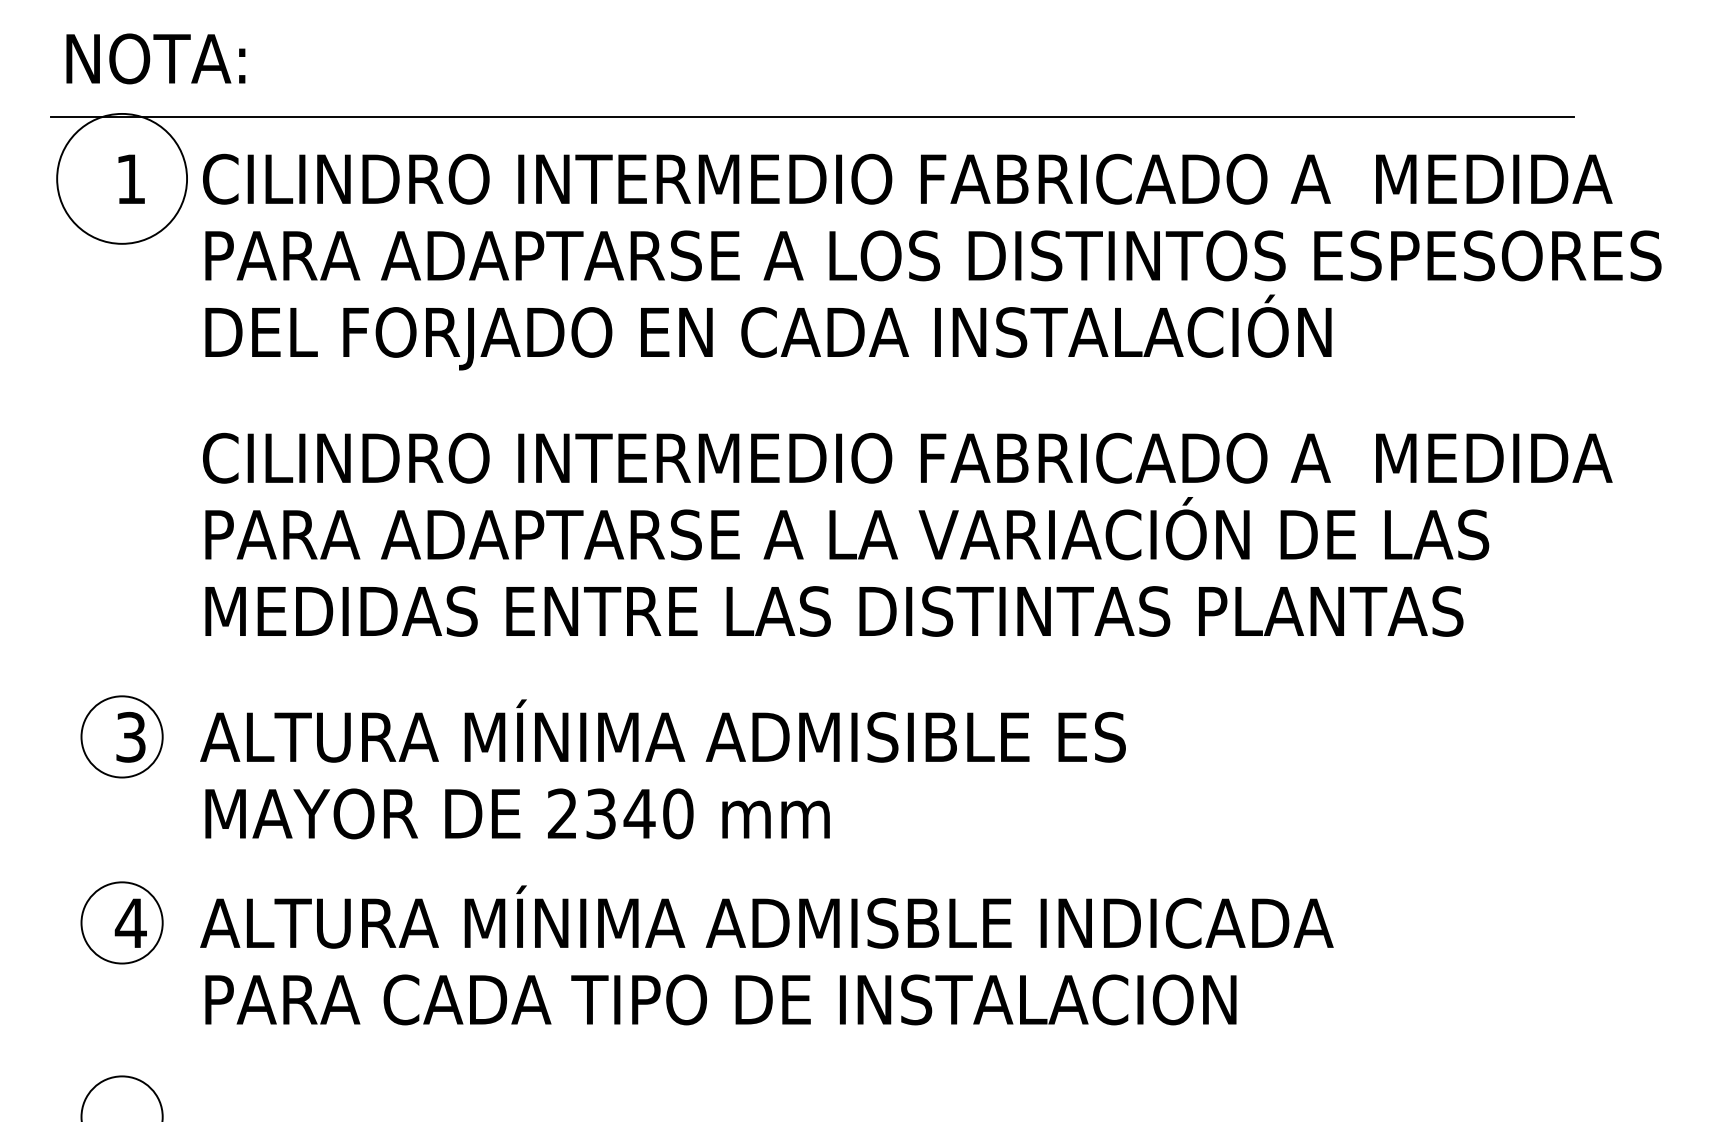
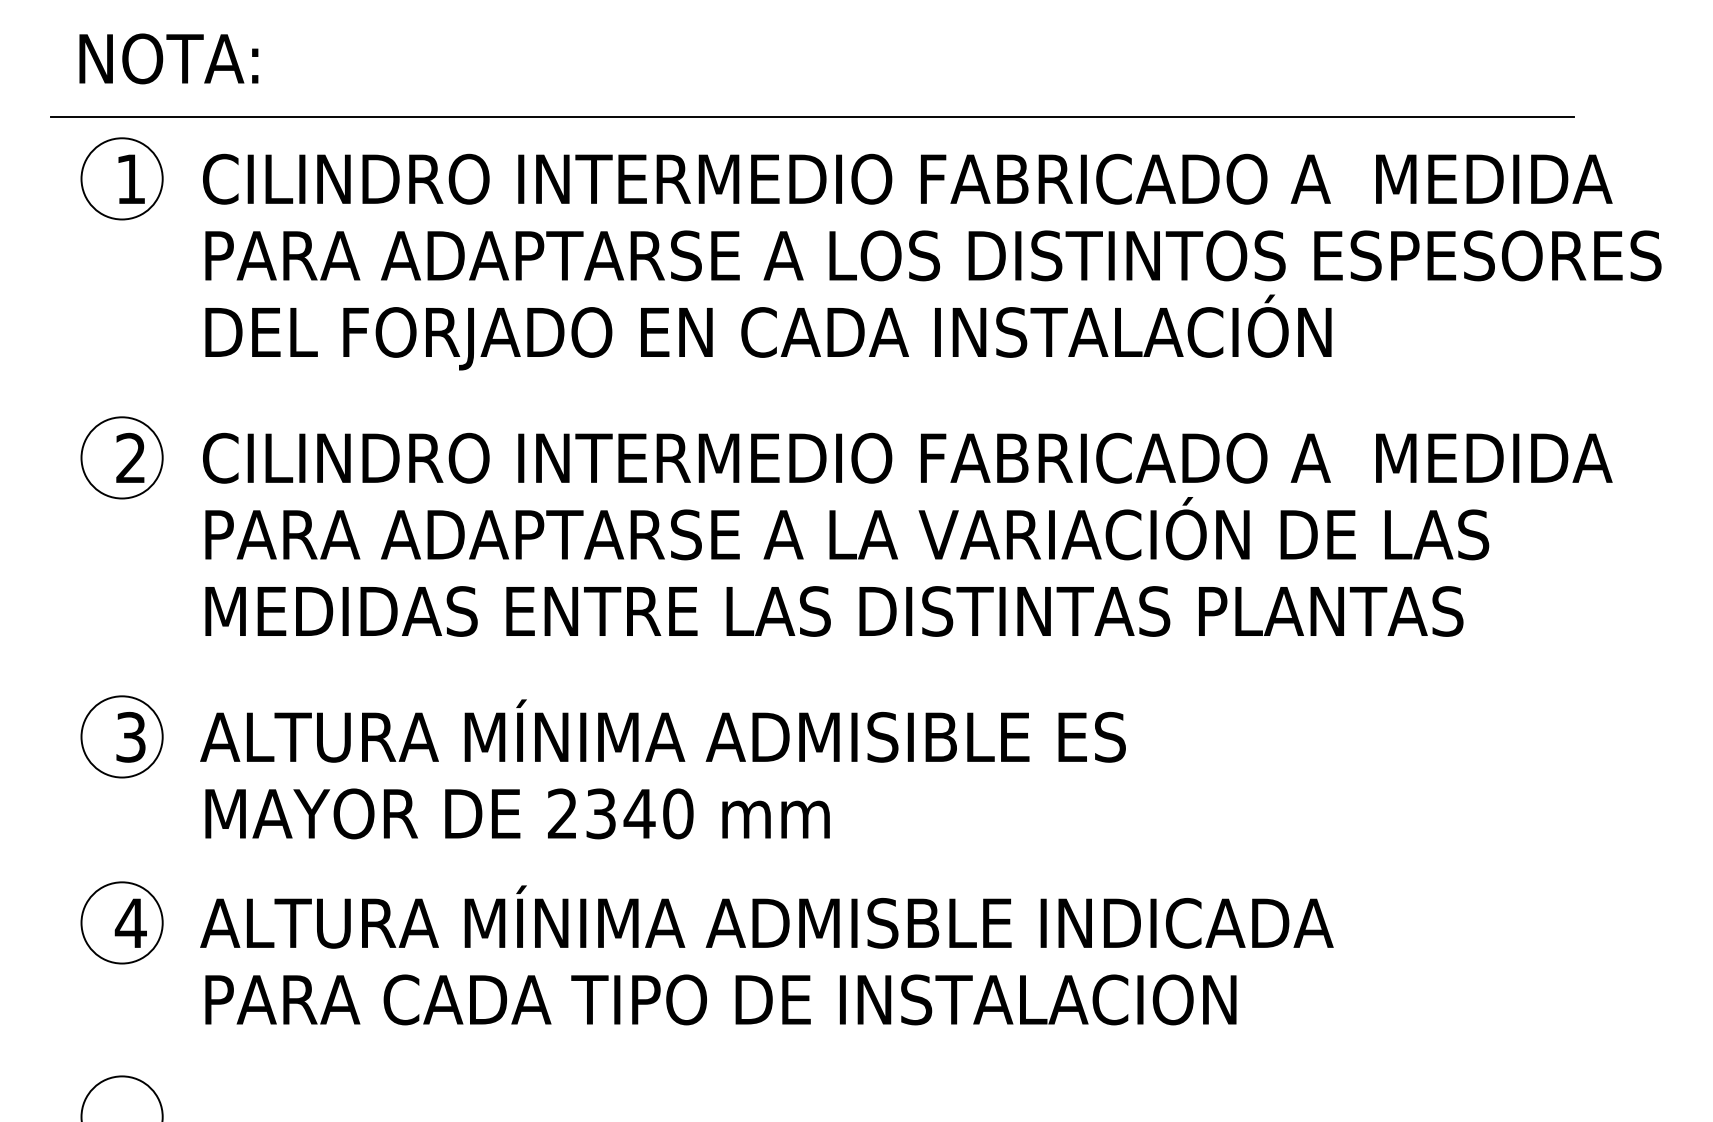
text at (155, 58) position: (155, 58) -> (168, 58)
circle at (122, 178) diameter: 130 px -> 81 px
part at (121, 457): none -> present
